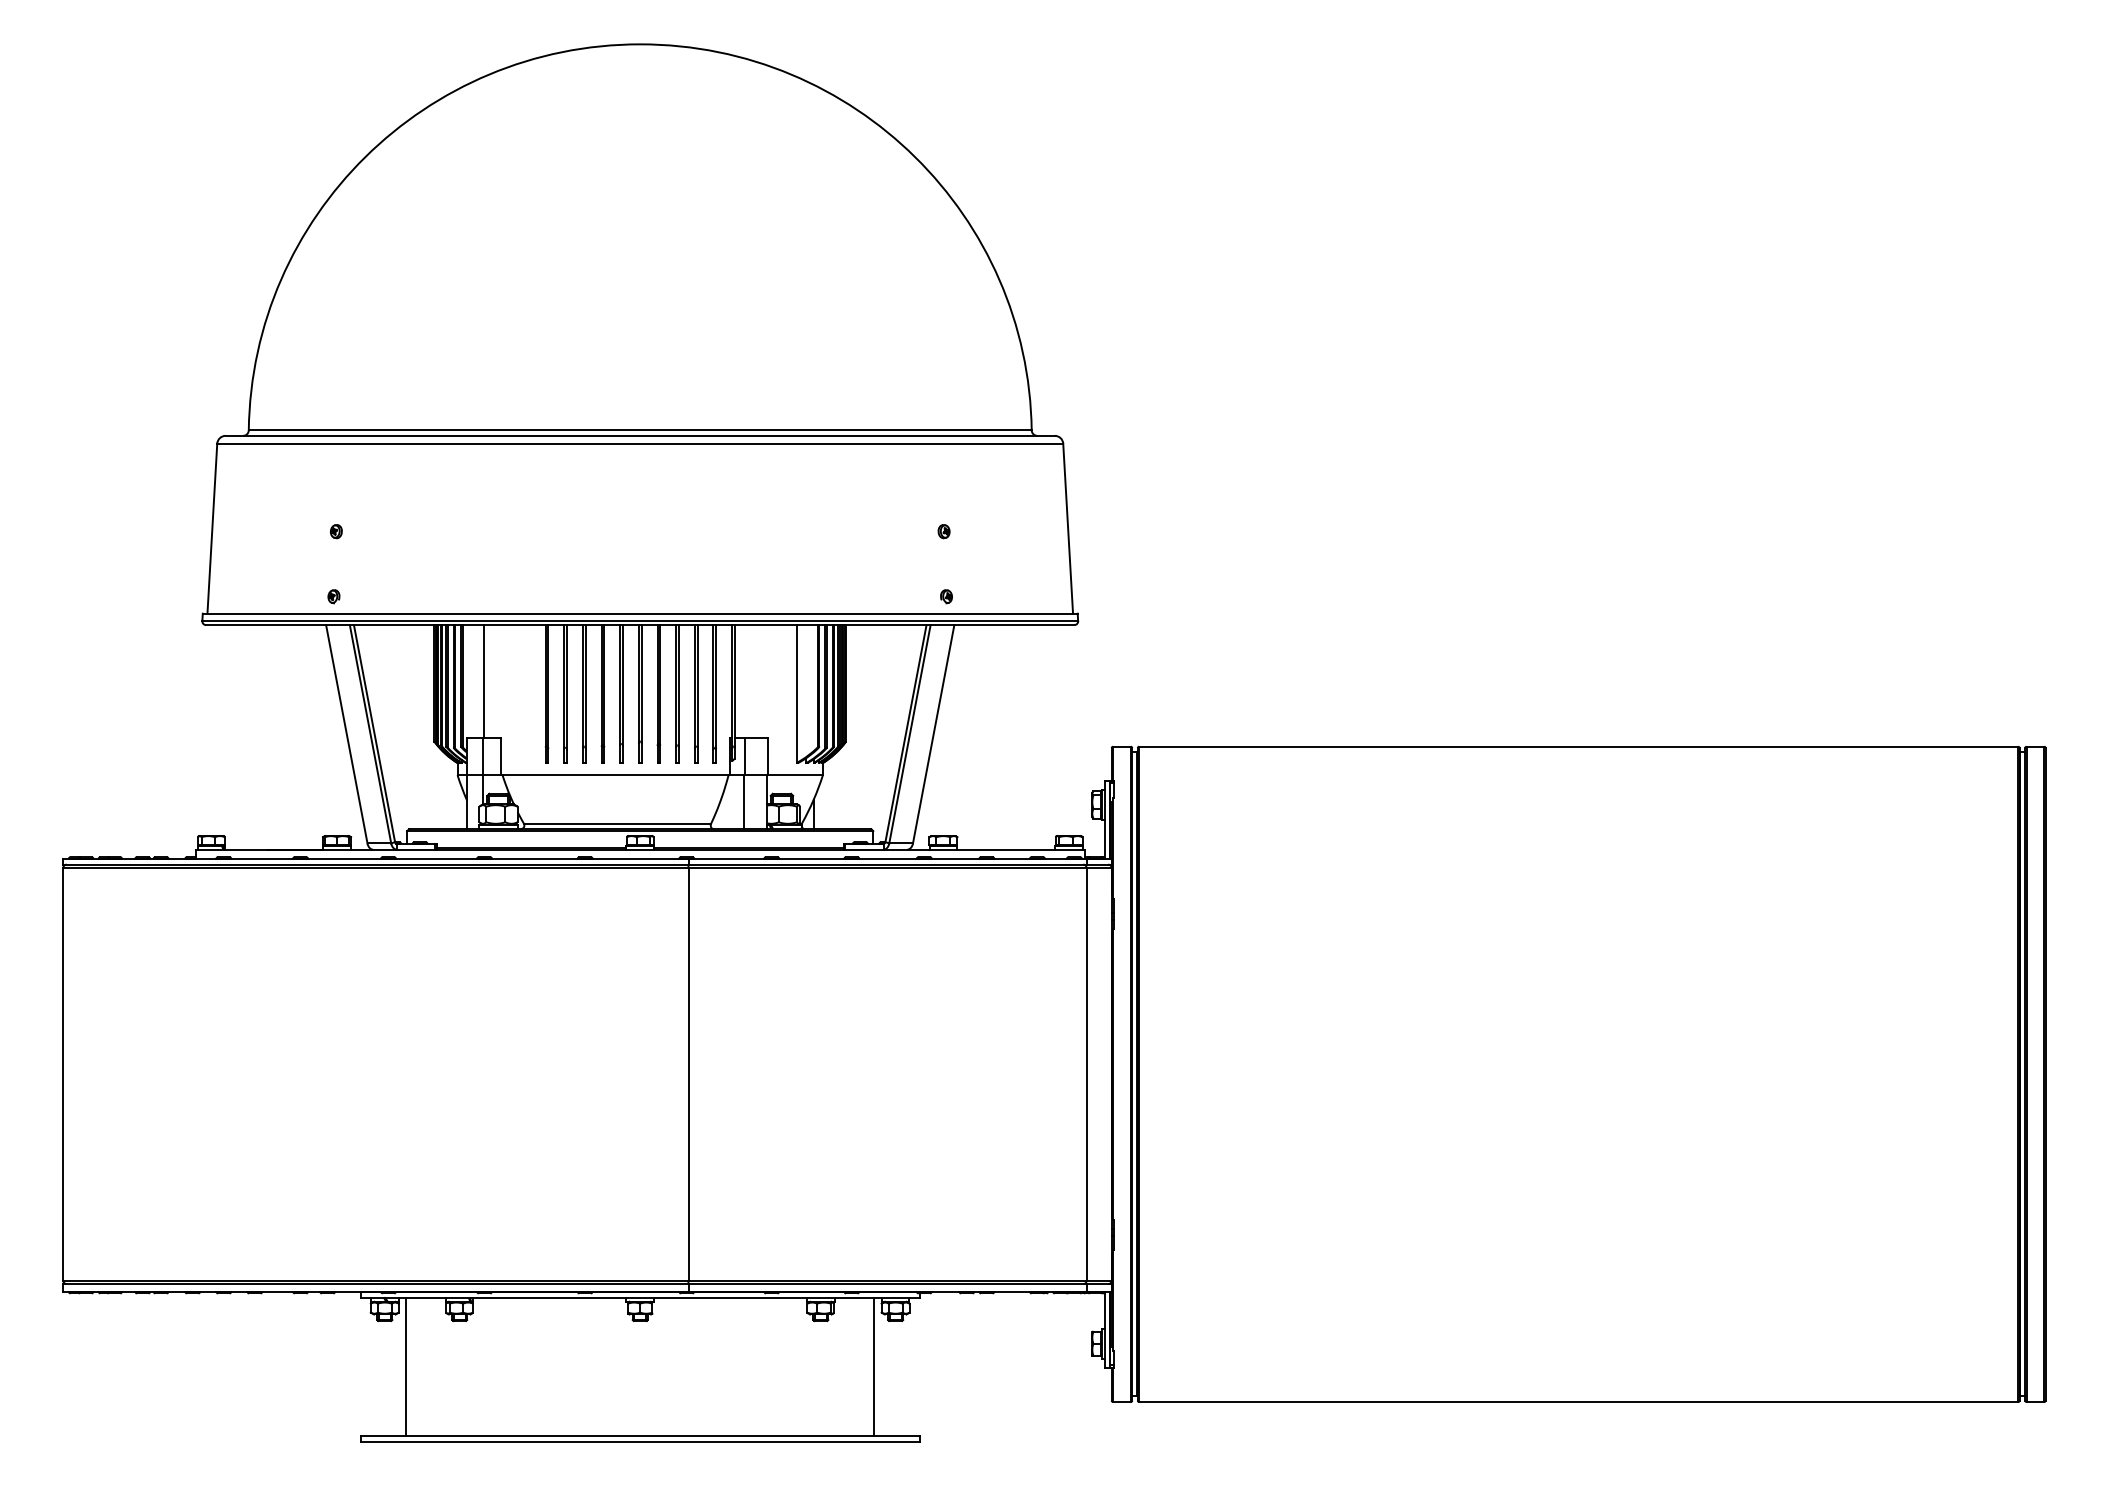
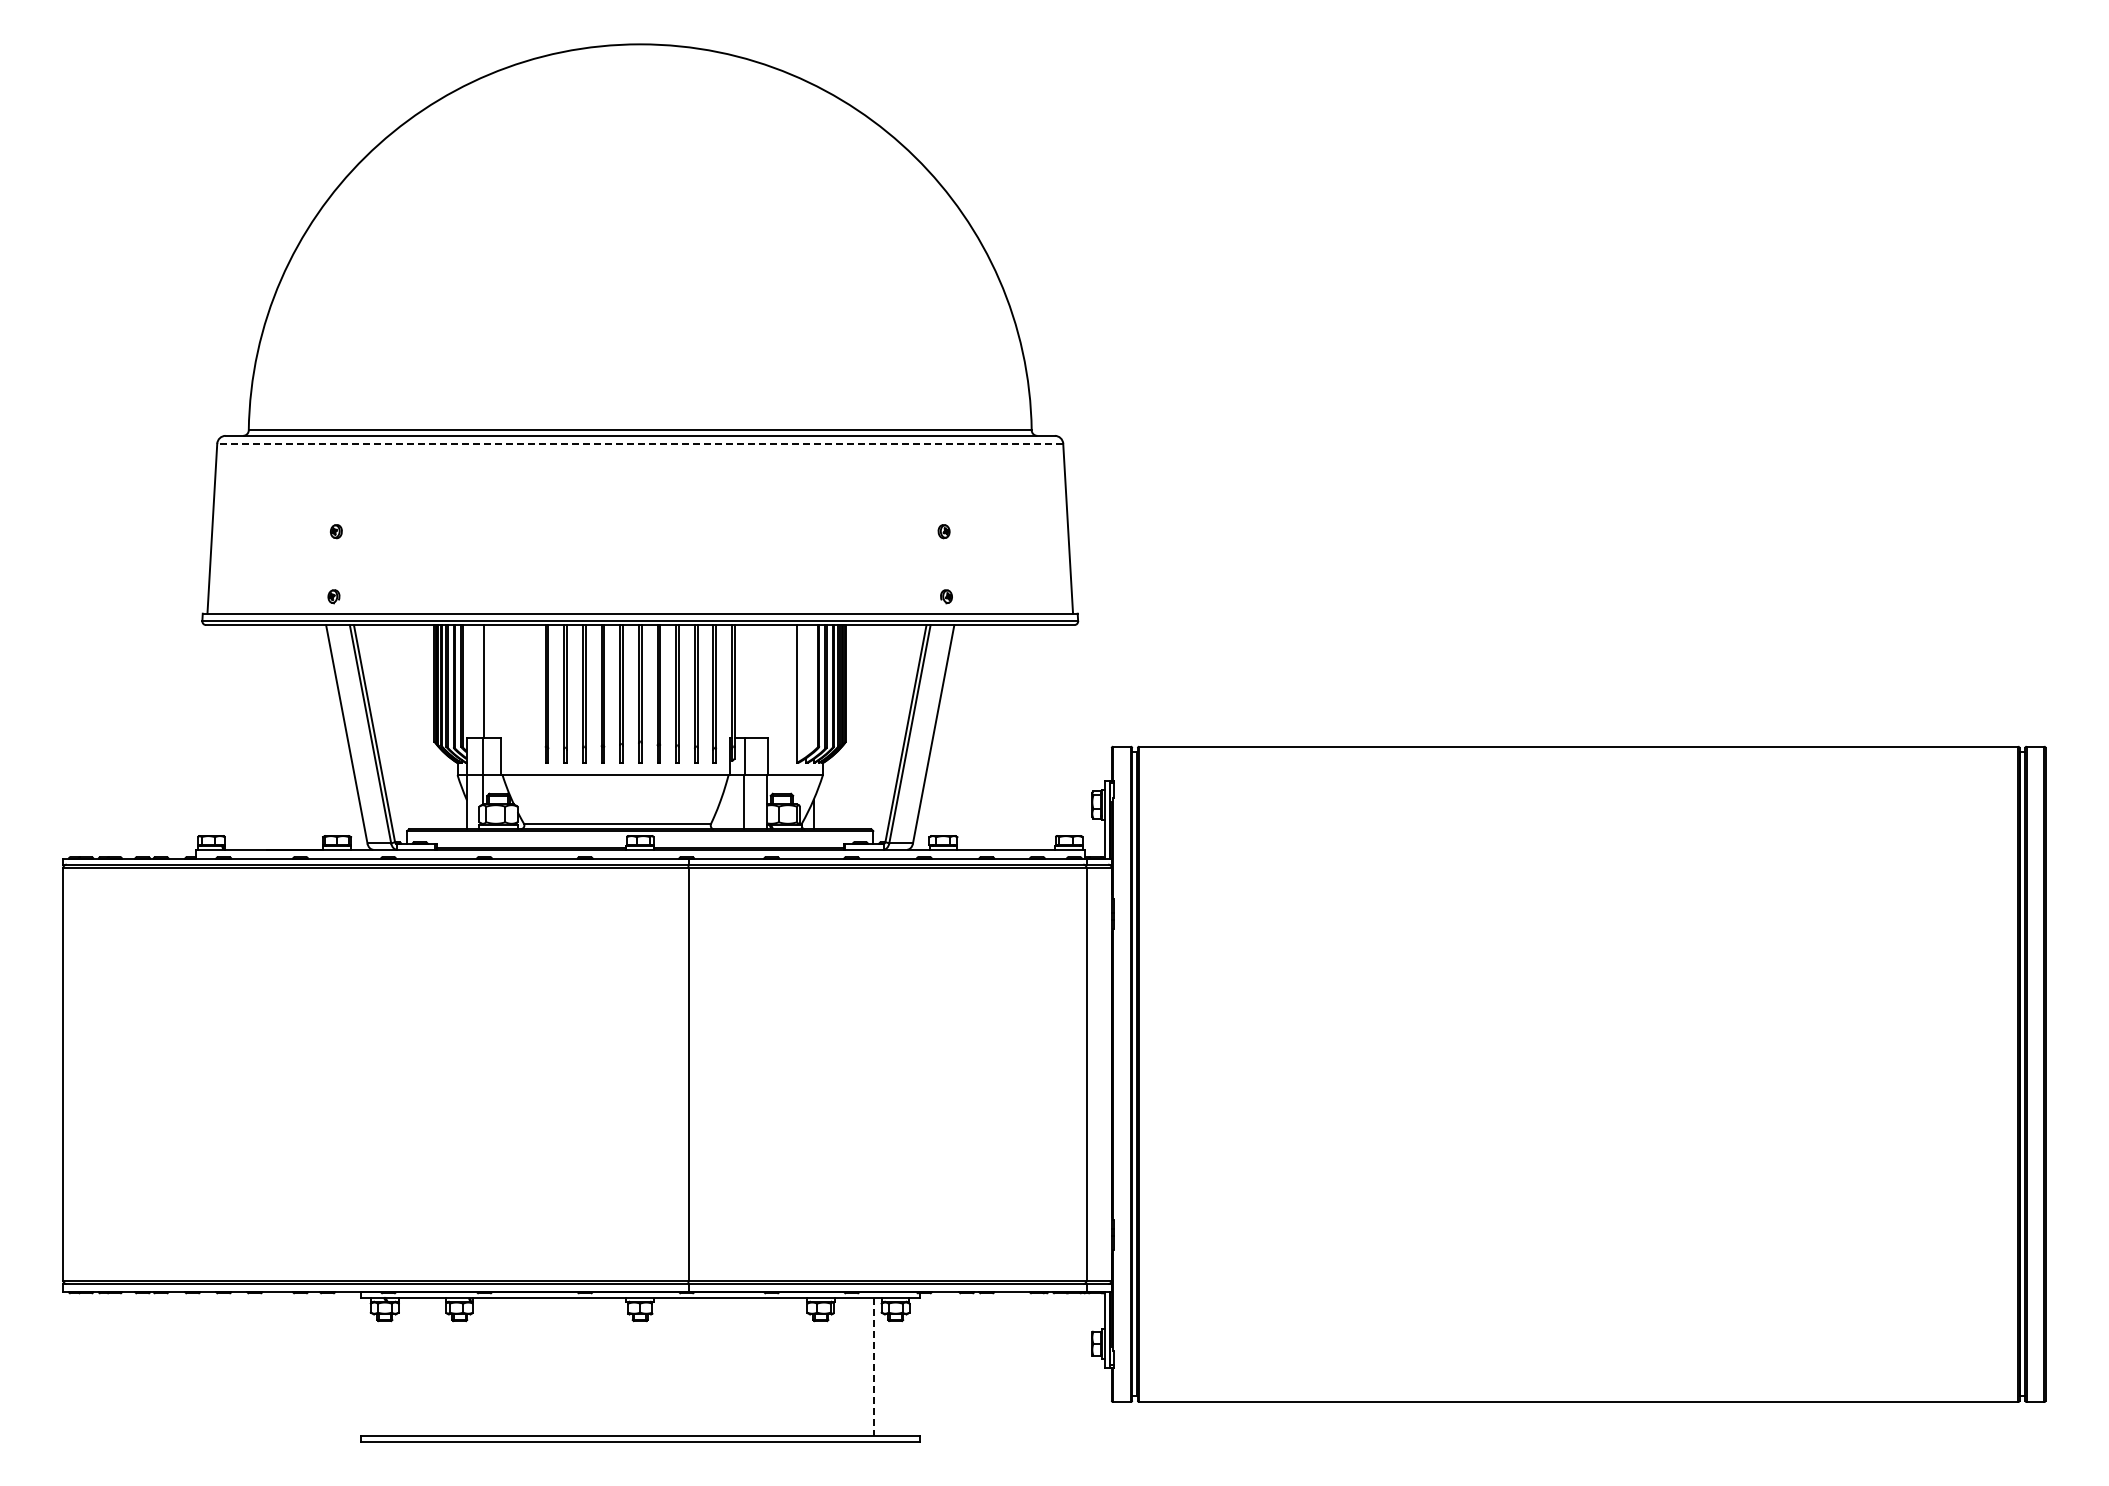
line at (640, 443): solid -> dashed
line at (406, 1367): present -> none
line at (874, 1367): solid -> dashed
